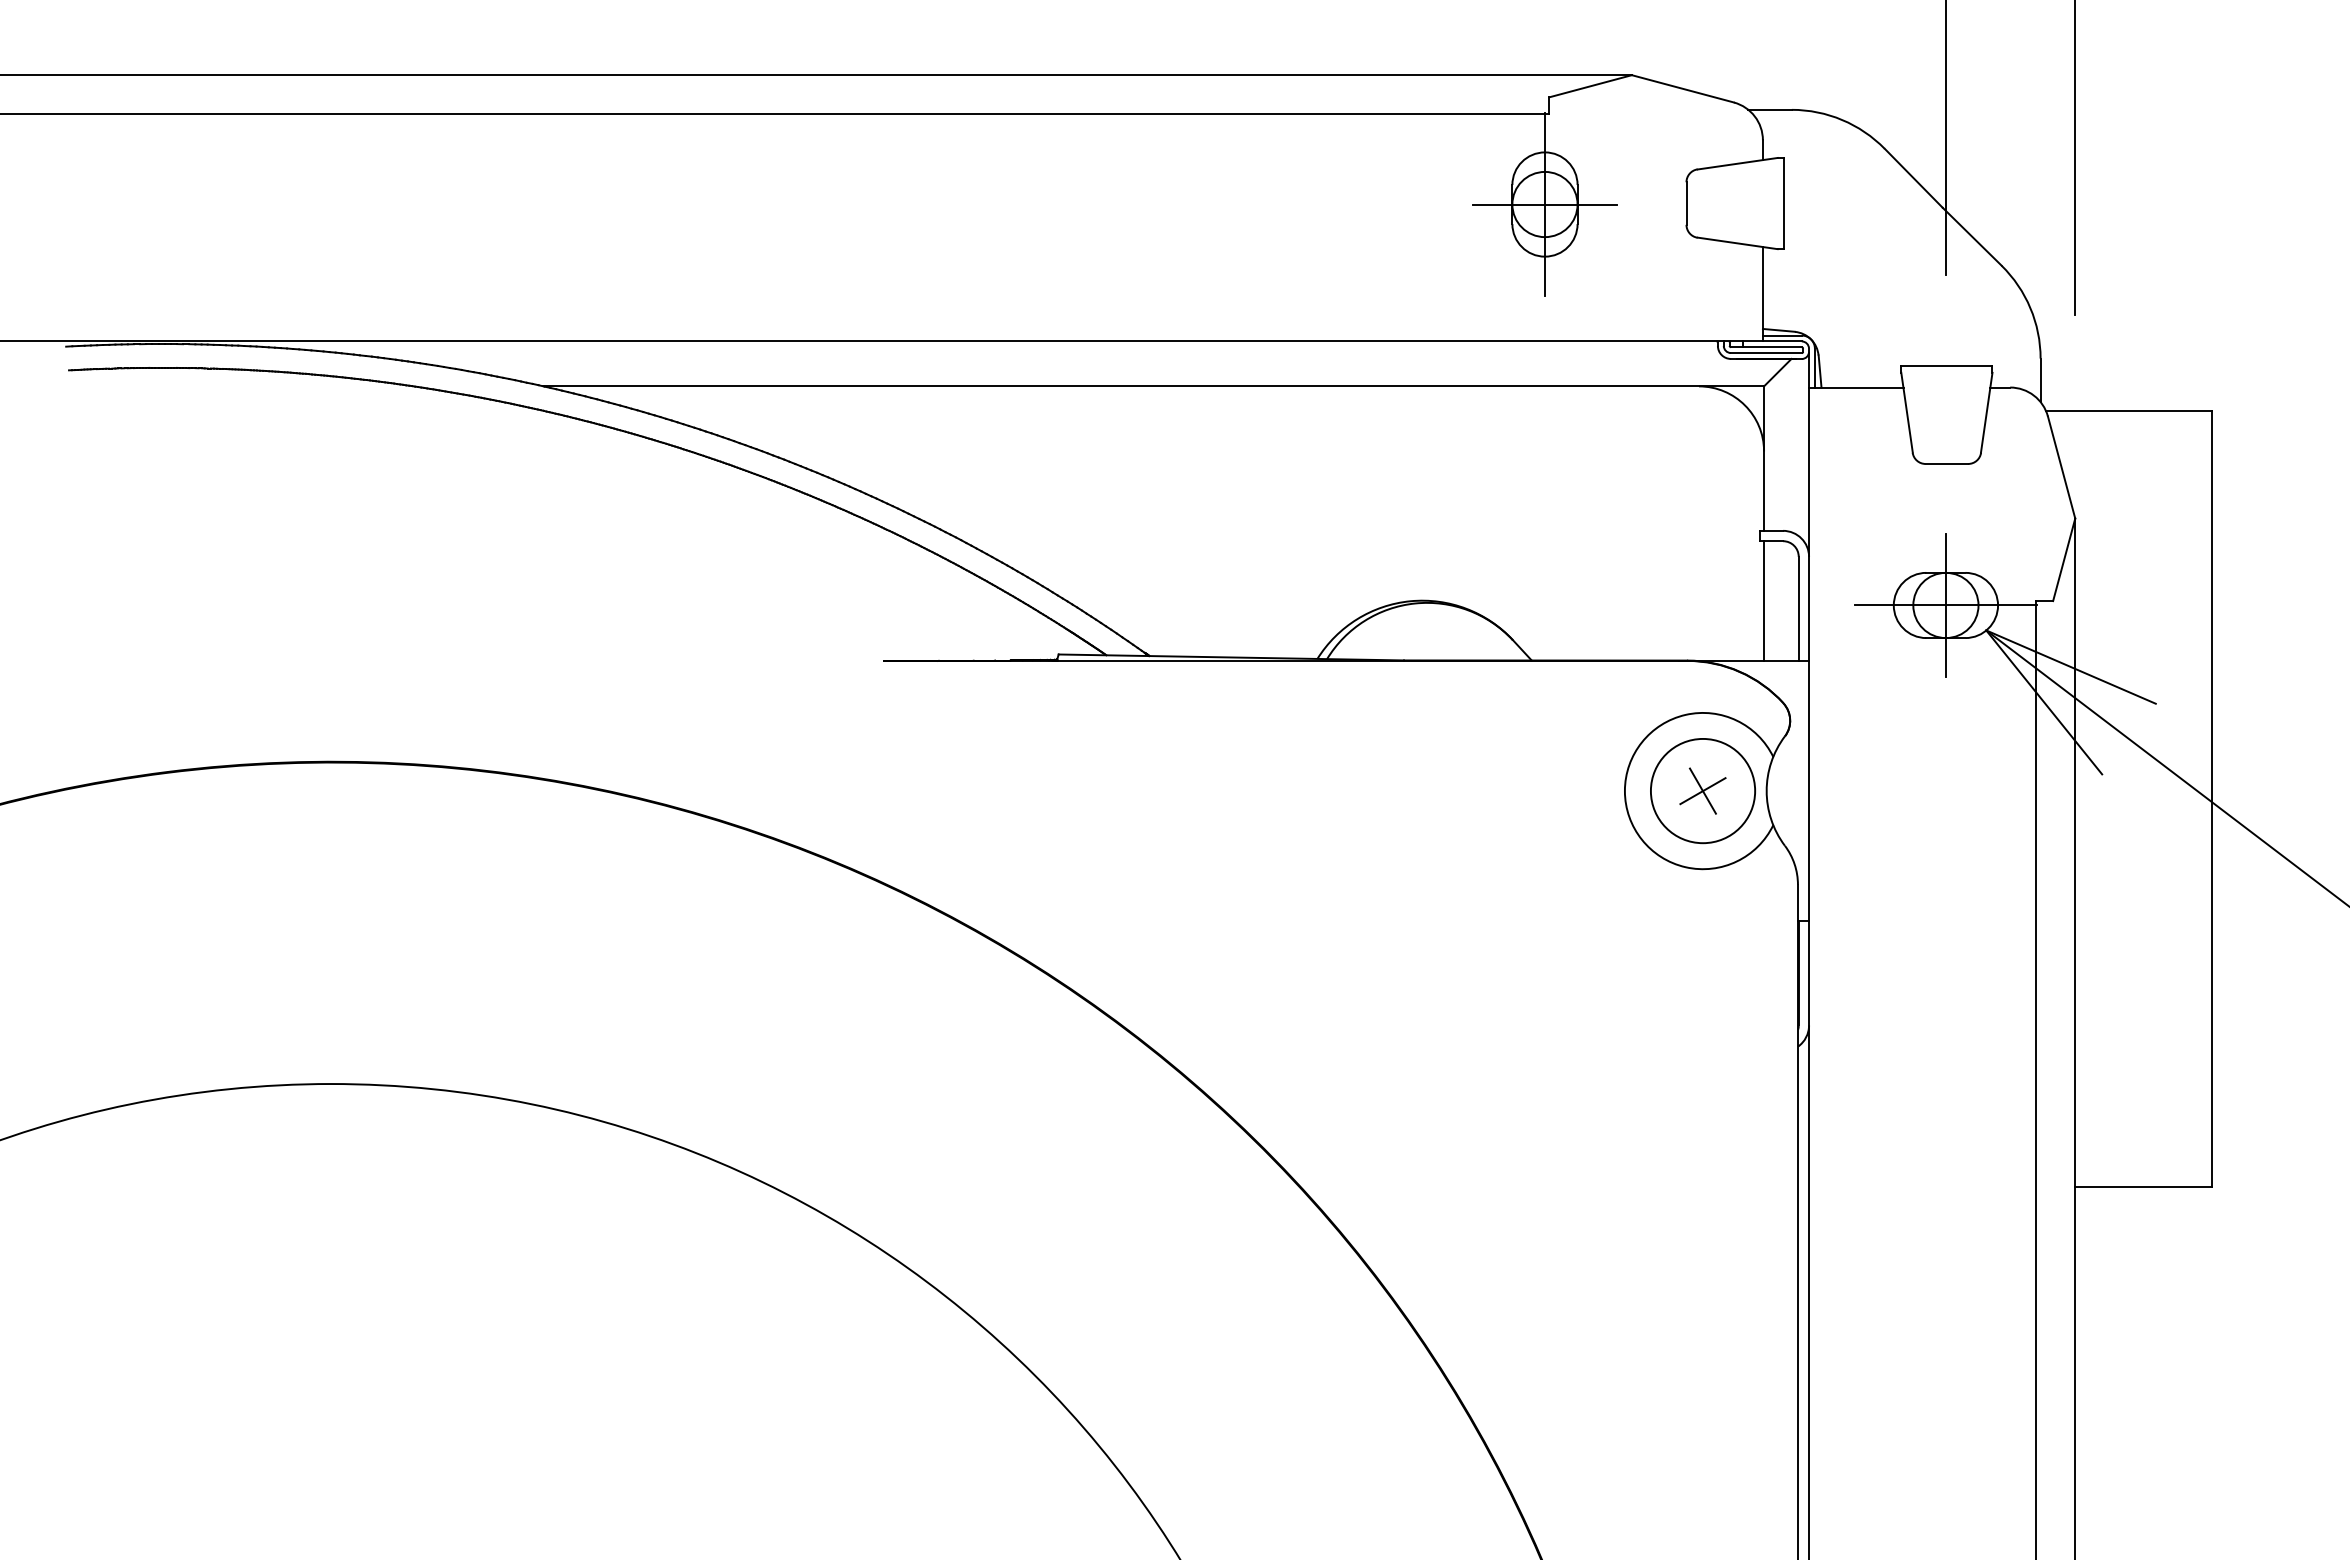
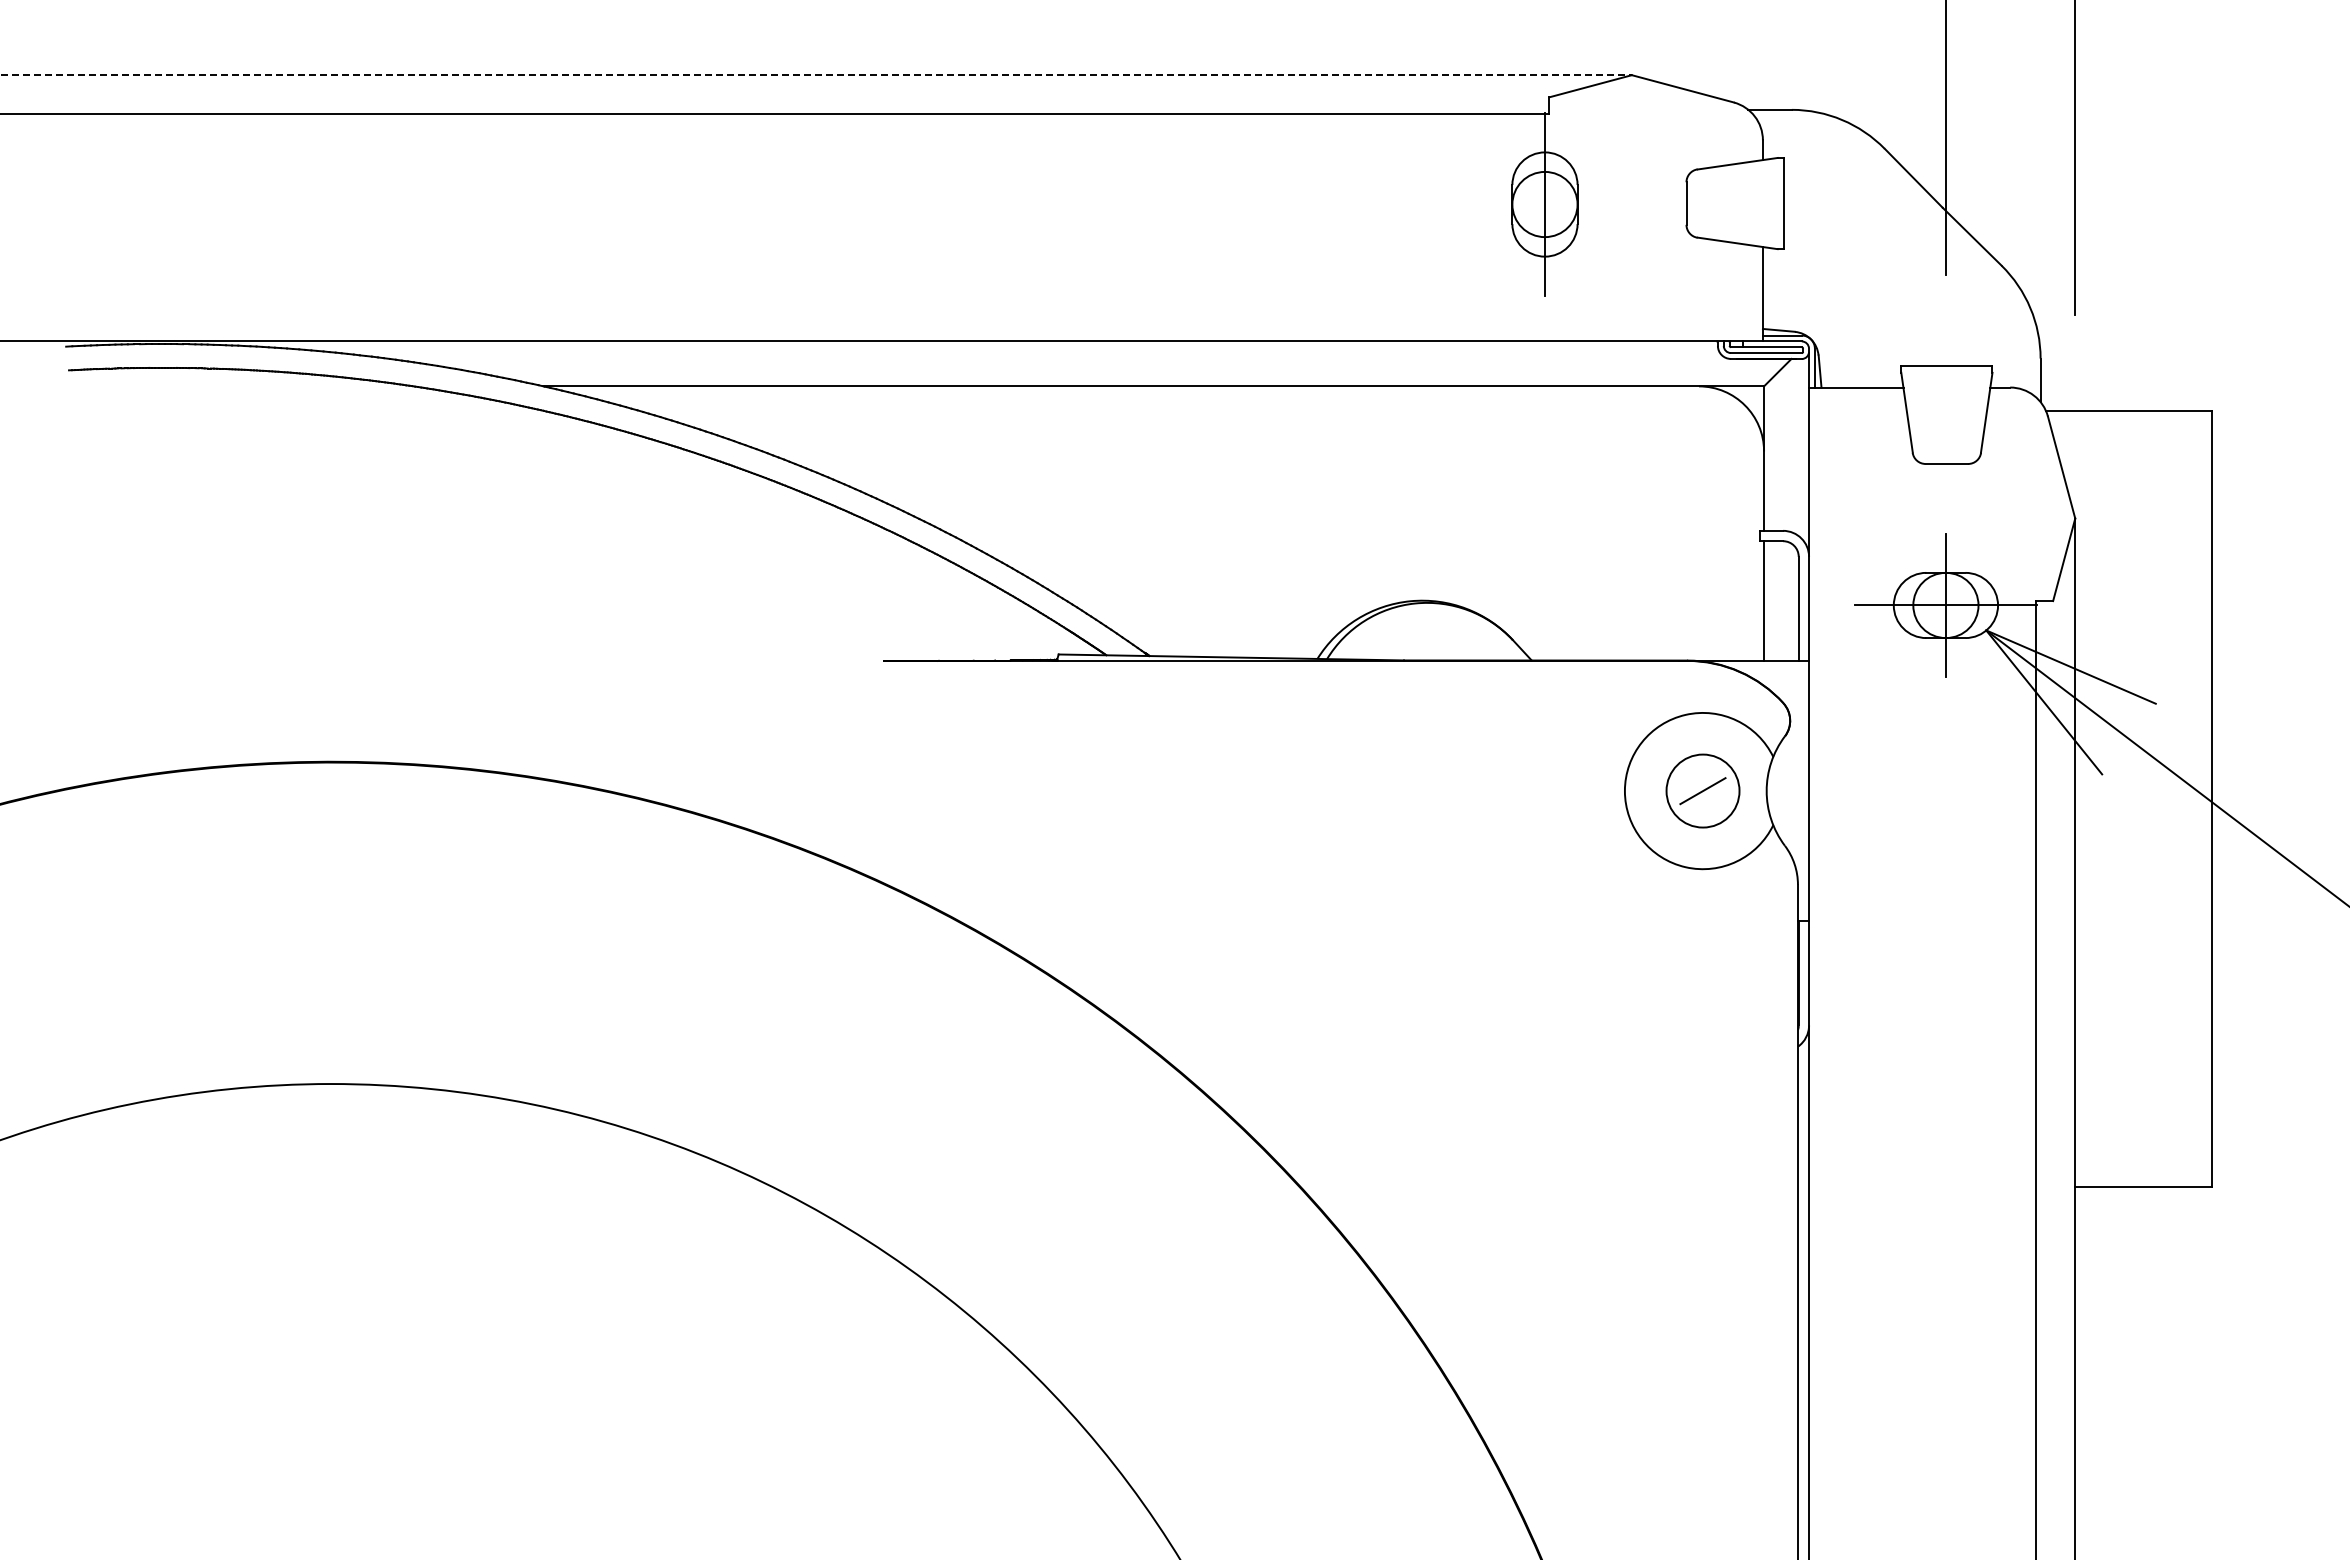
line at (816, 75): solid -> dashed
line at (1544, 204): present -> none
circle at (1702, 790) diameter: 104 px -> 73 px
line at (1702, 790): present -> none
